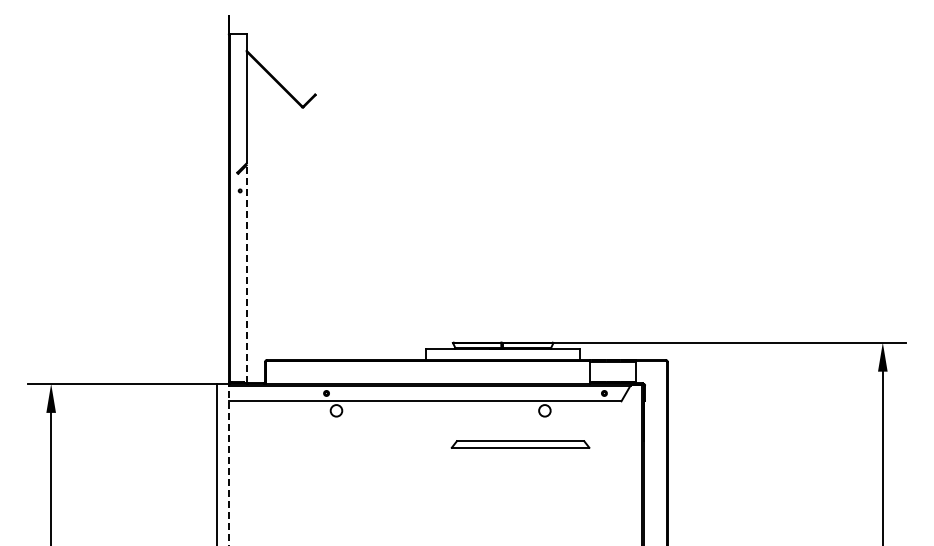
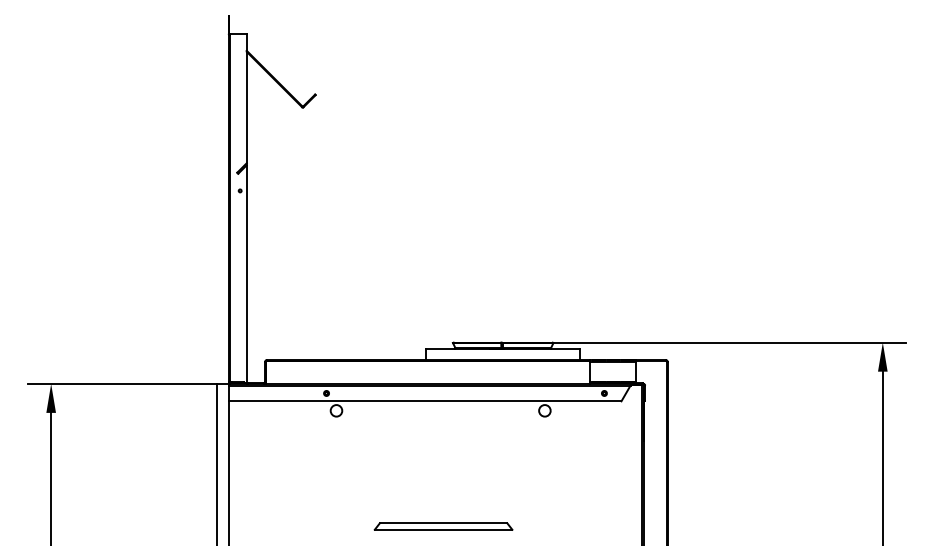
line at (246, 274): dashed -> solid
part at (520, 444) position: (520, 444) -> (443, 526)
line at (228, 464): dashed -> solid
